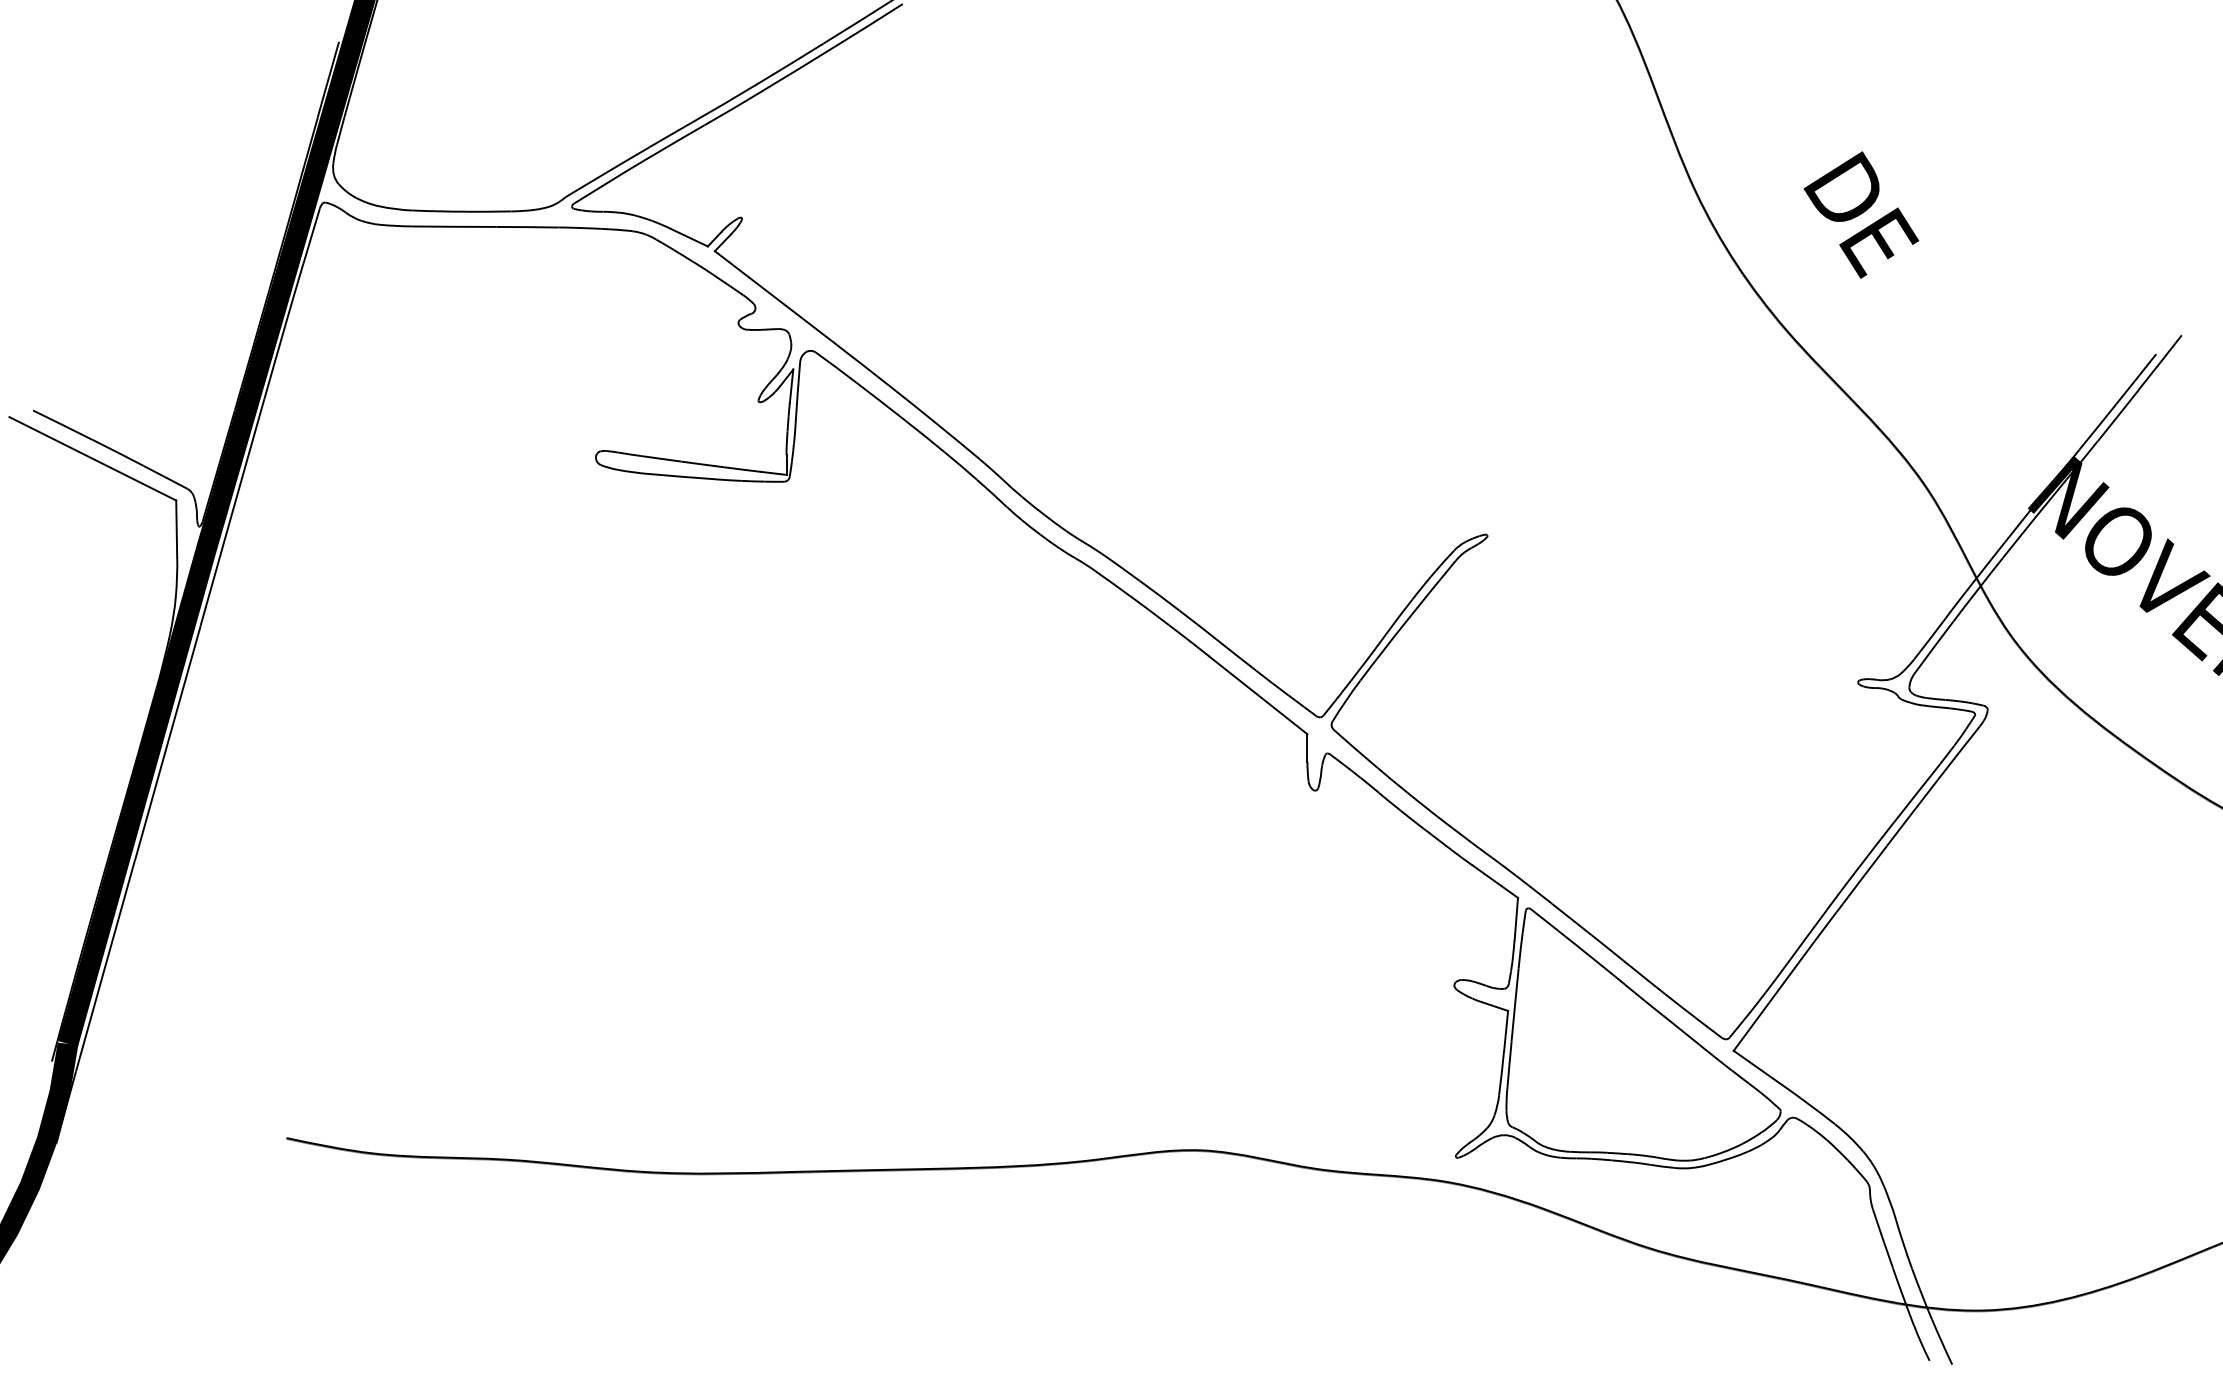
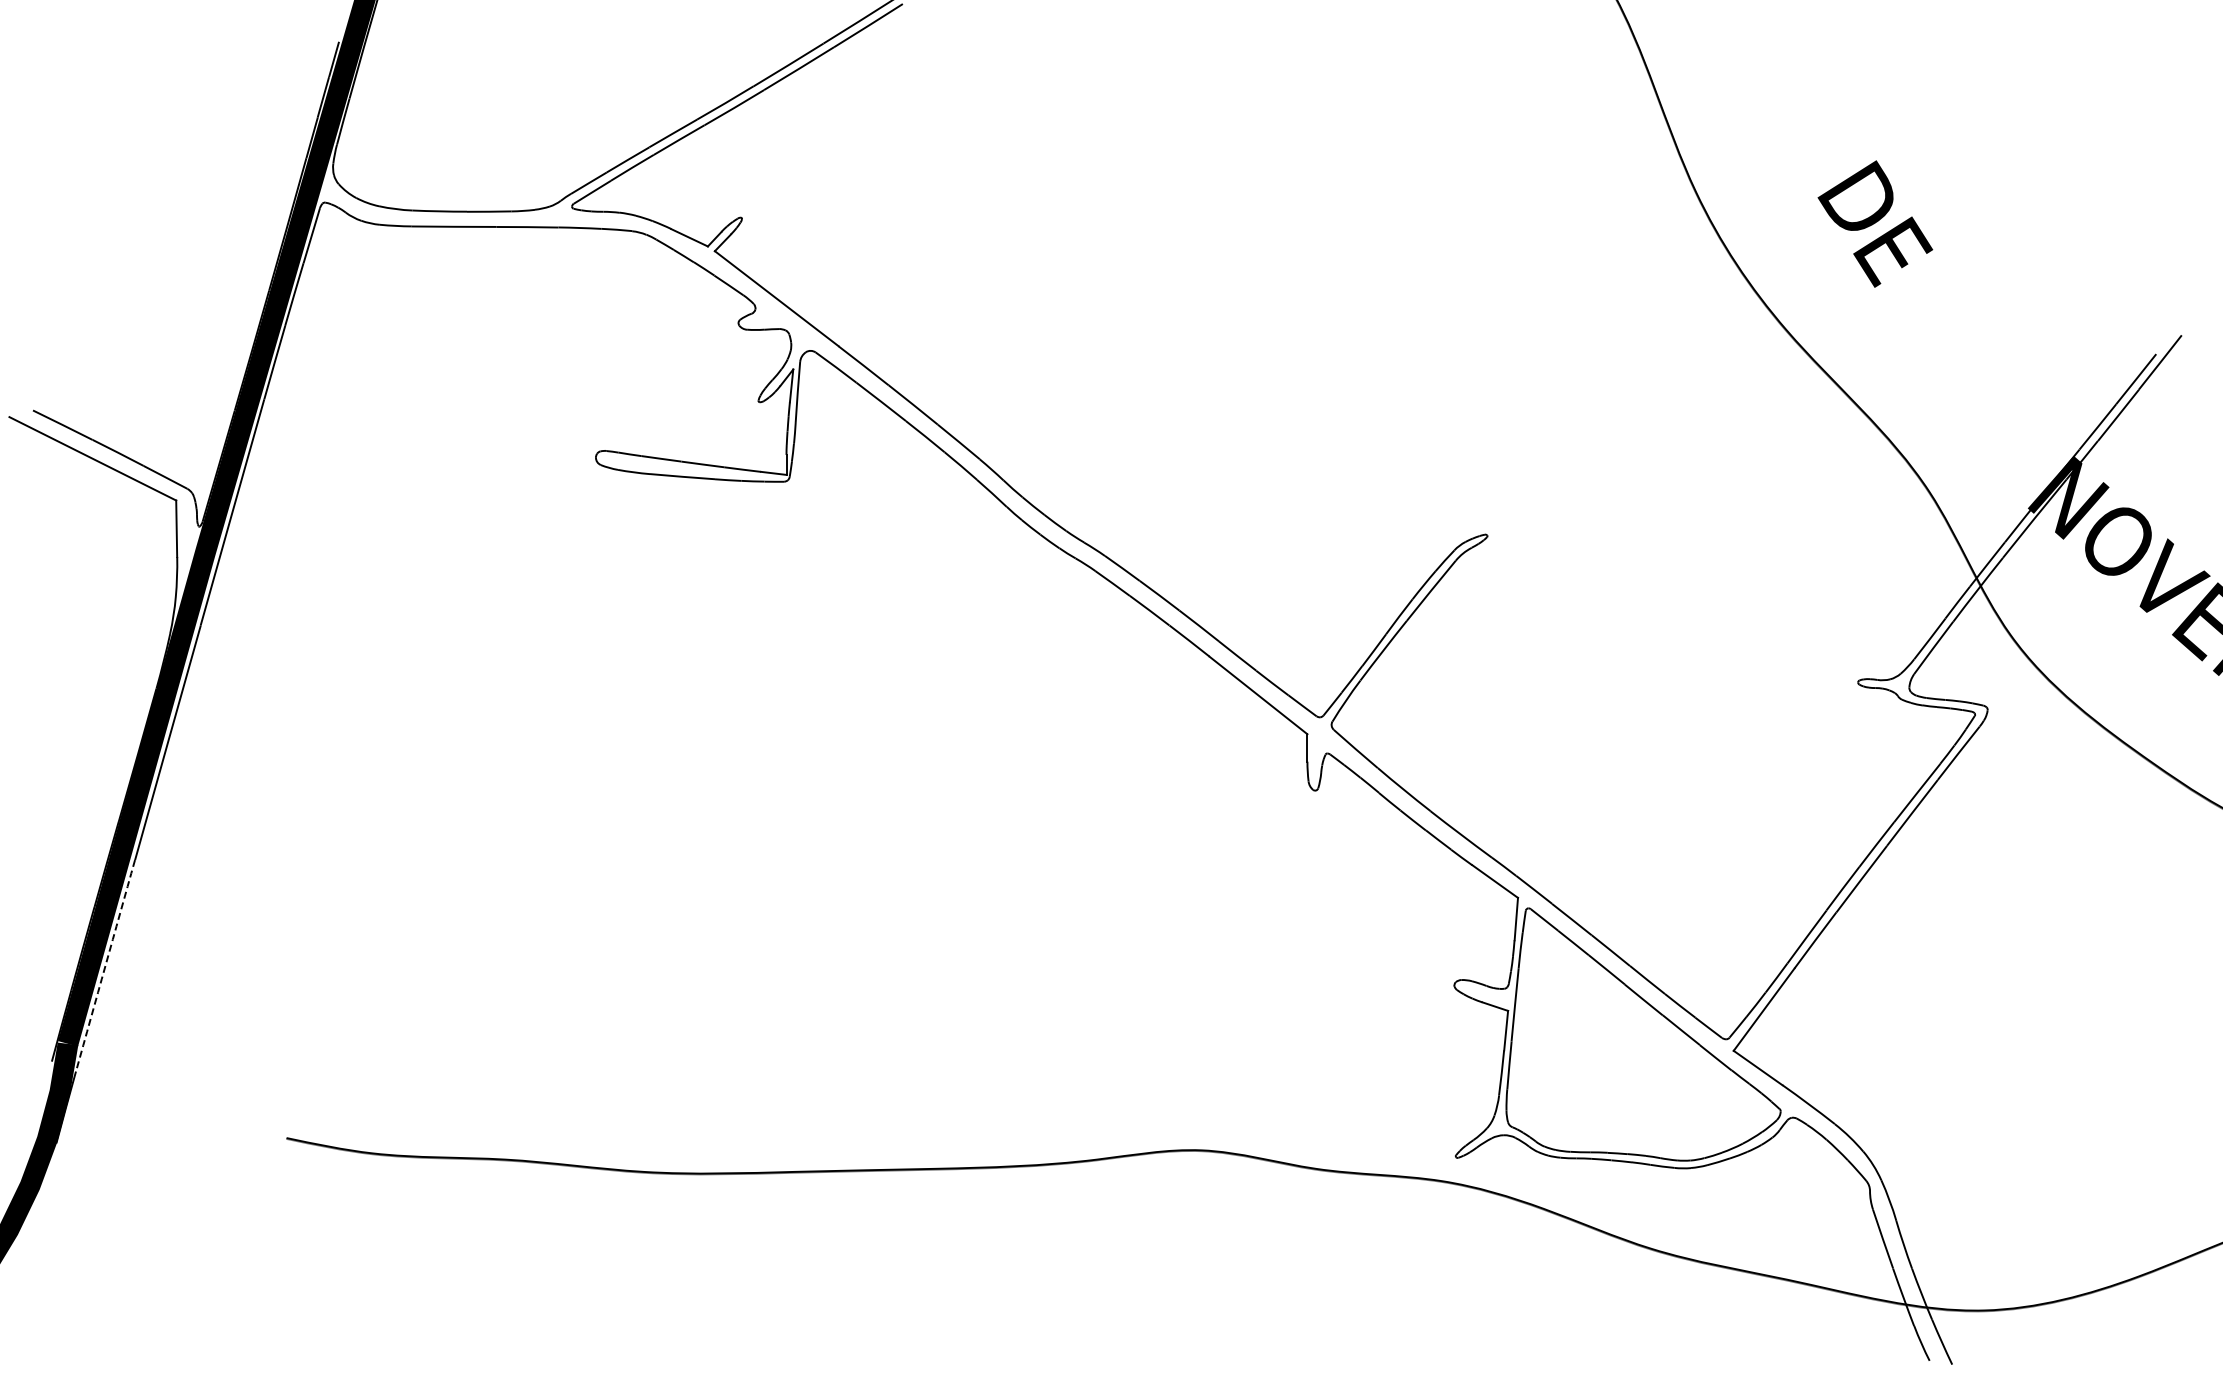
text at (1861, 214) position: (1861, 214) -> (1875, 223)
arc at (105, 965): solid -> dashed
